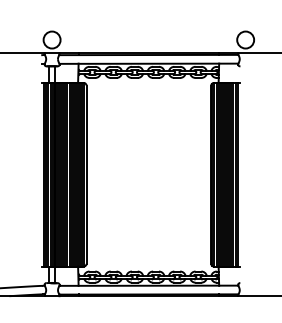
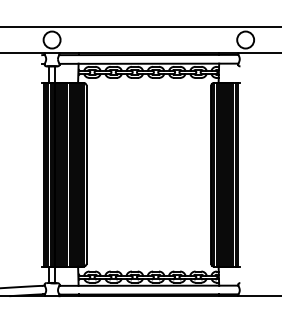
line at (140, 26): none -> present
